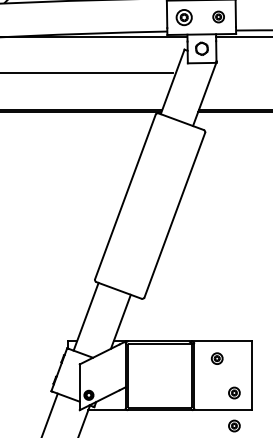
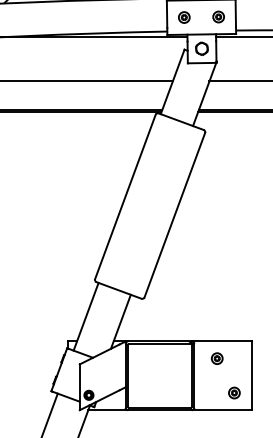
part at (183, 17) size: 18x18 px -> 13x13 px
line at (87, 73) position: (87, 73) -> (87, 81)
line at (239, 81): none -> present
part at (234, 425): present -> none
